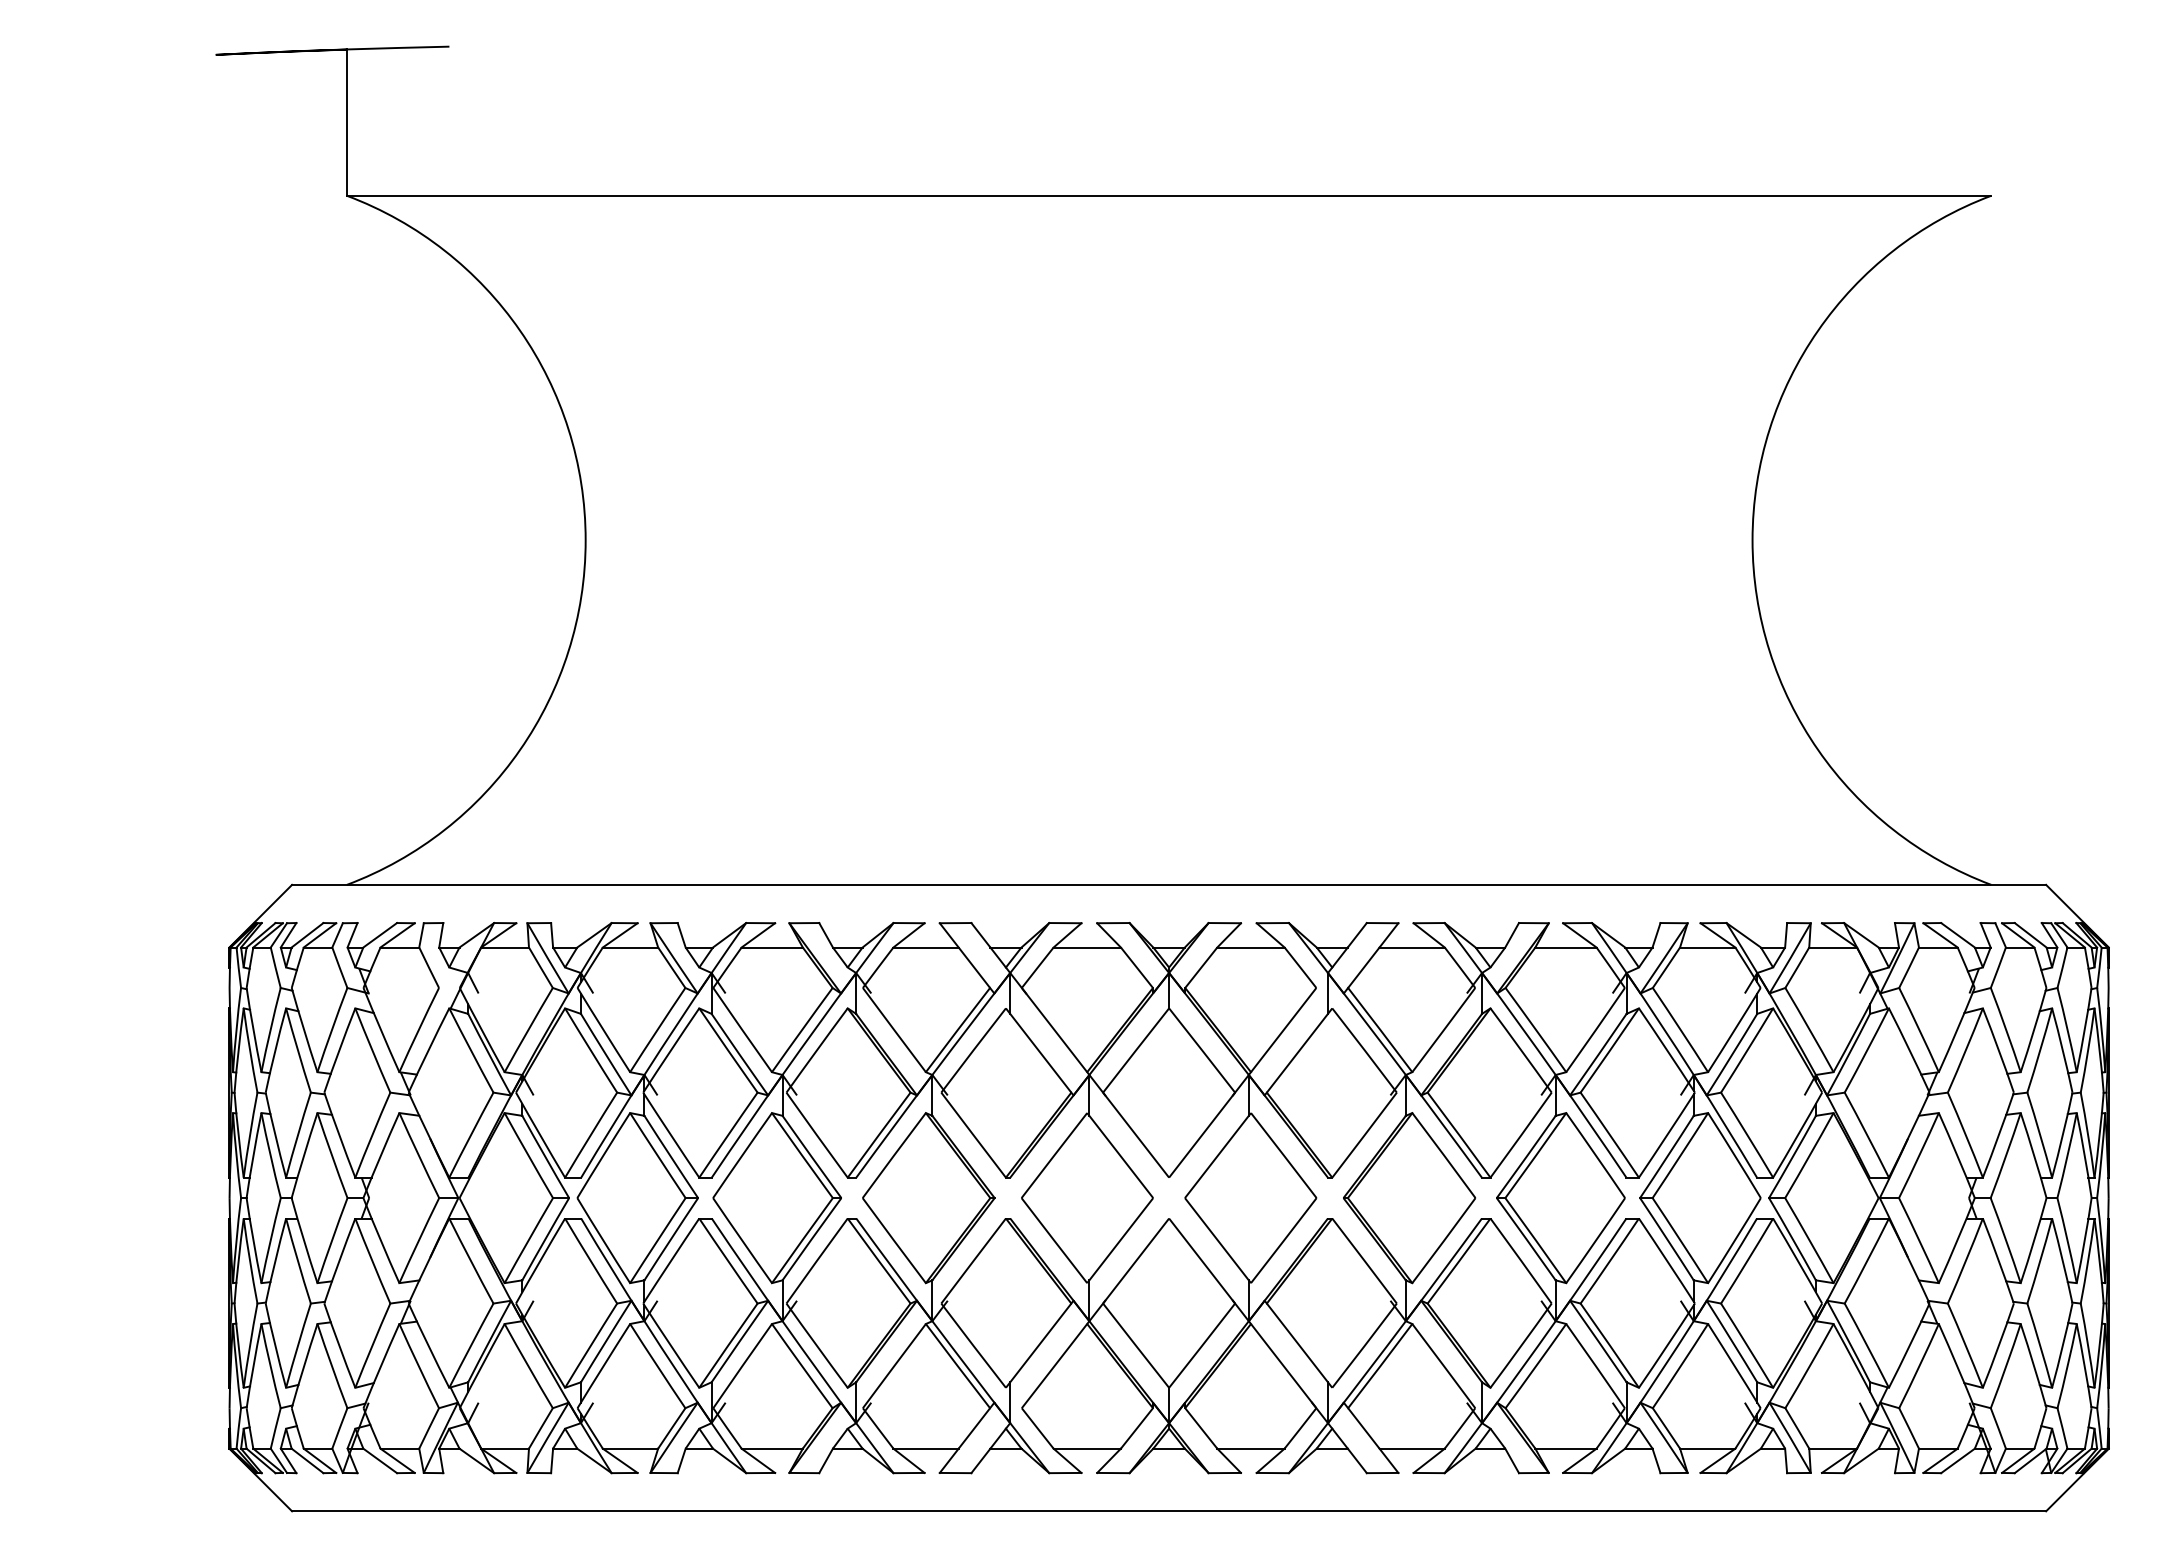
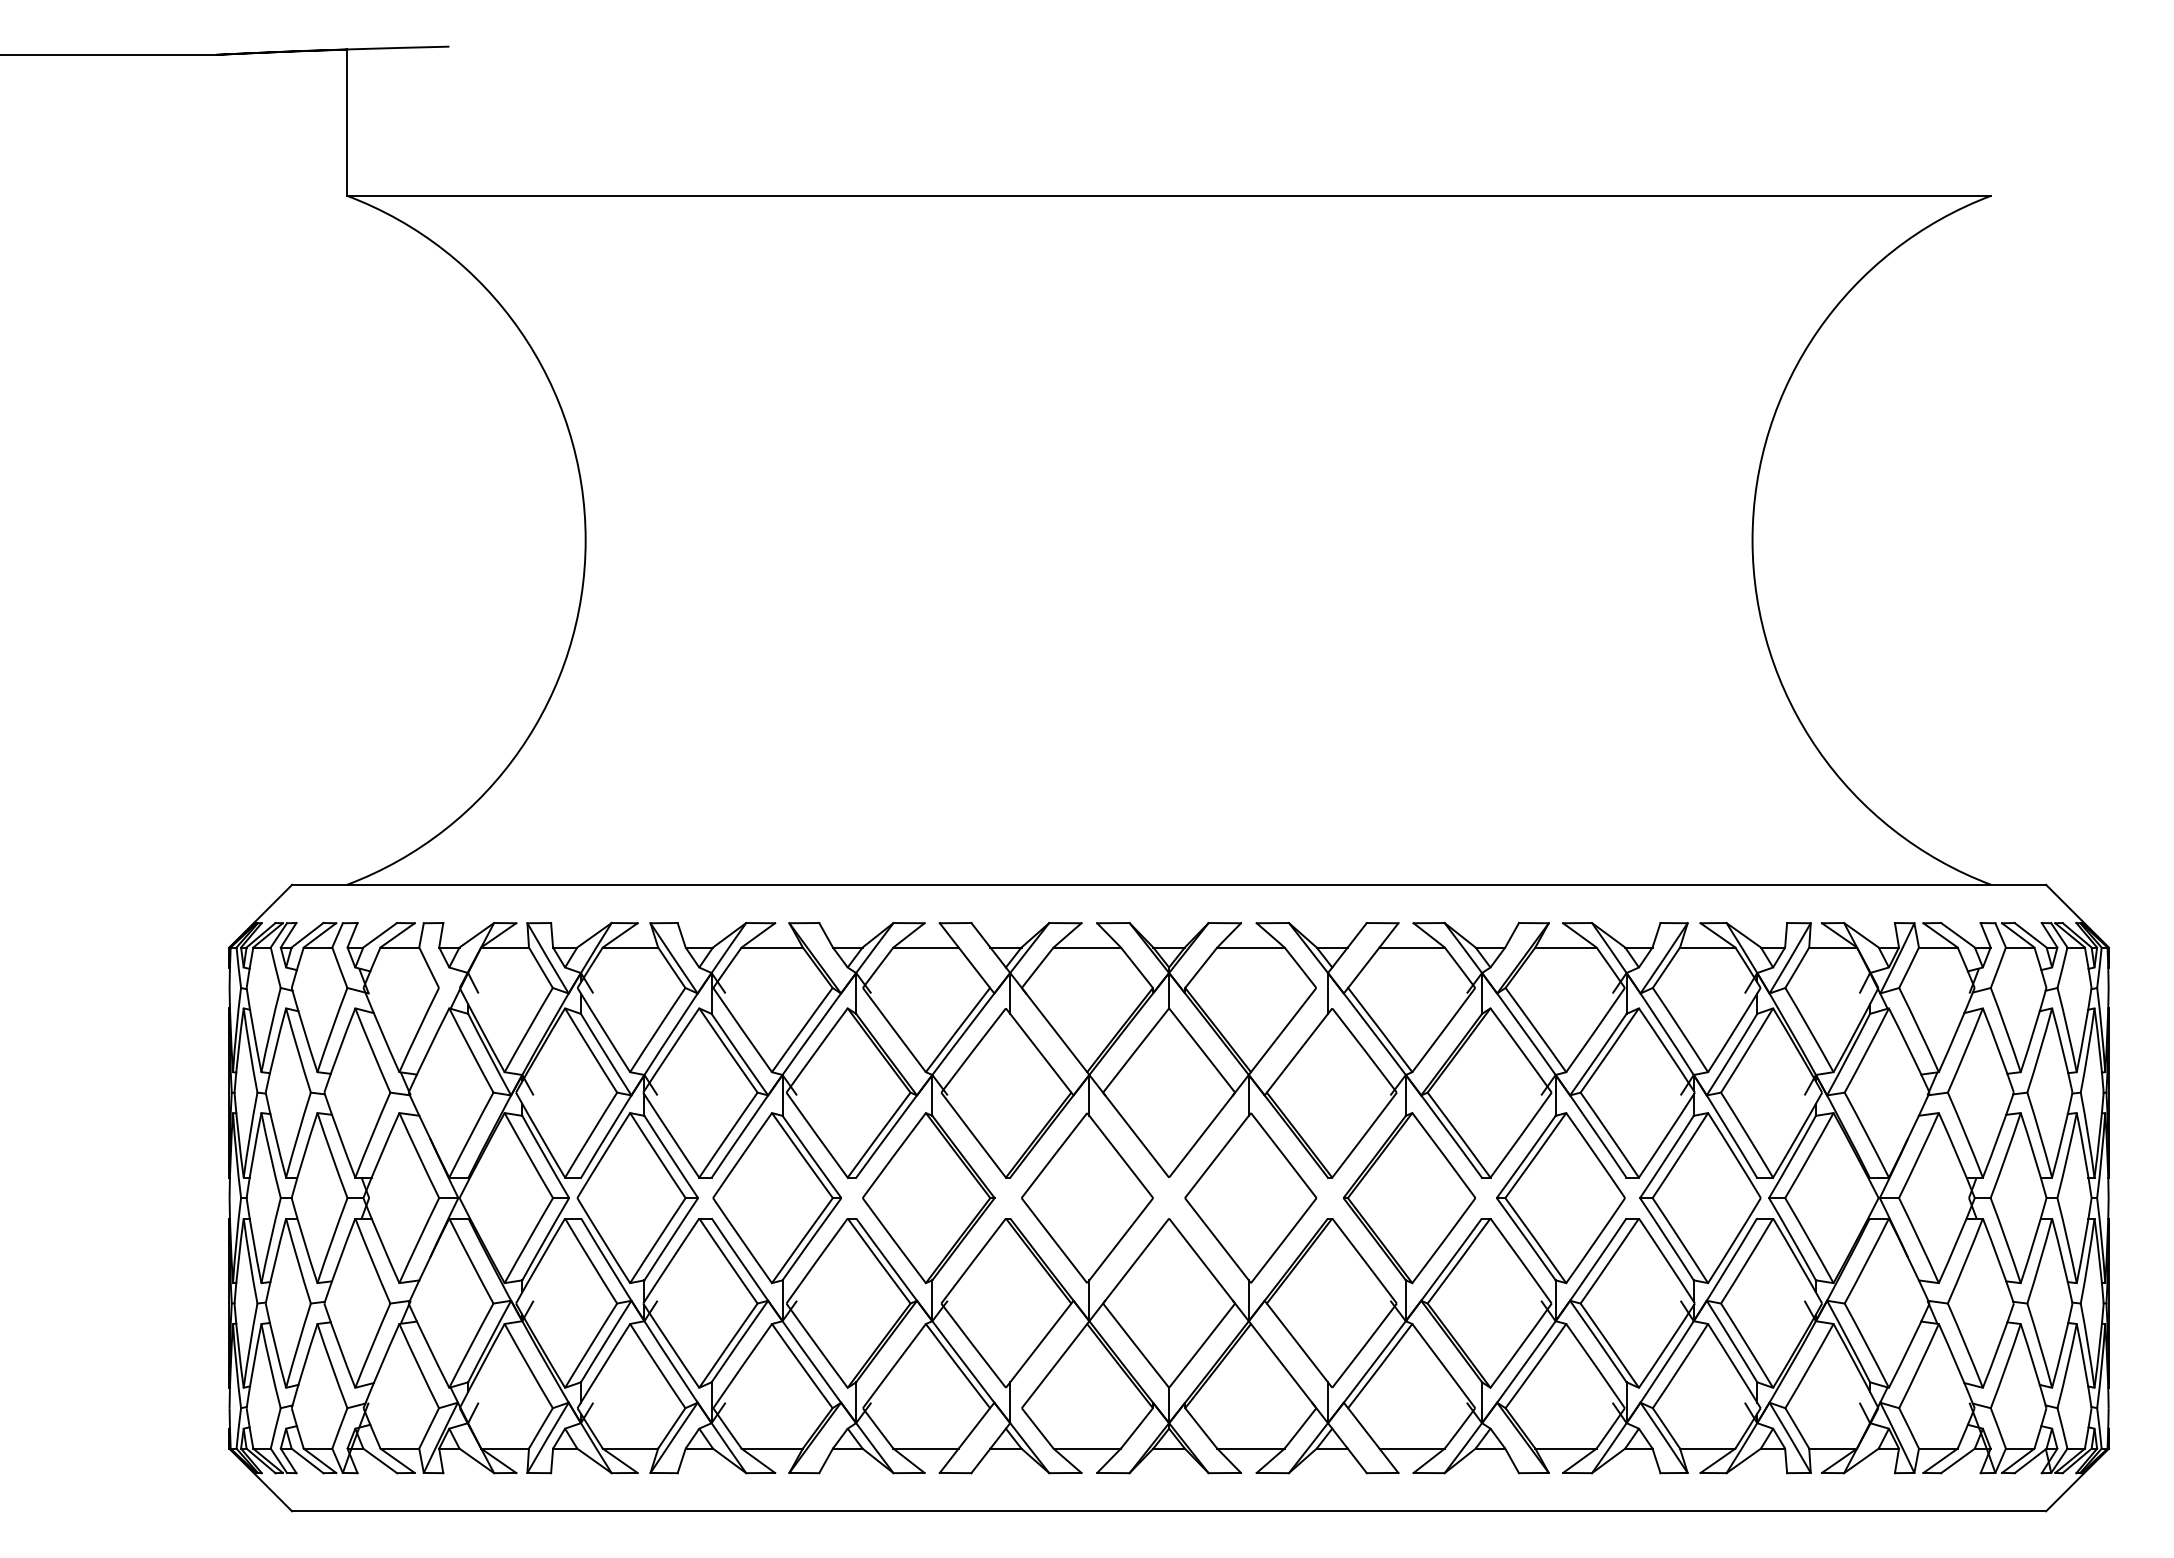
line at (112, 54): none -> present
